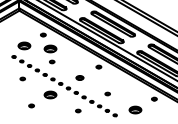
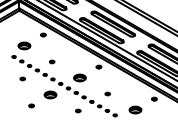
part at (50, 48): present -> none
part at (79, 77) size: 10x6 px -> 14x10 px
